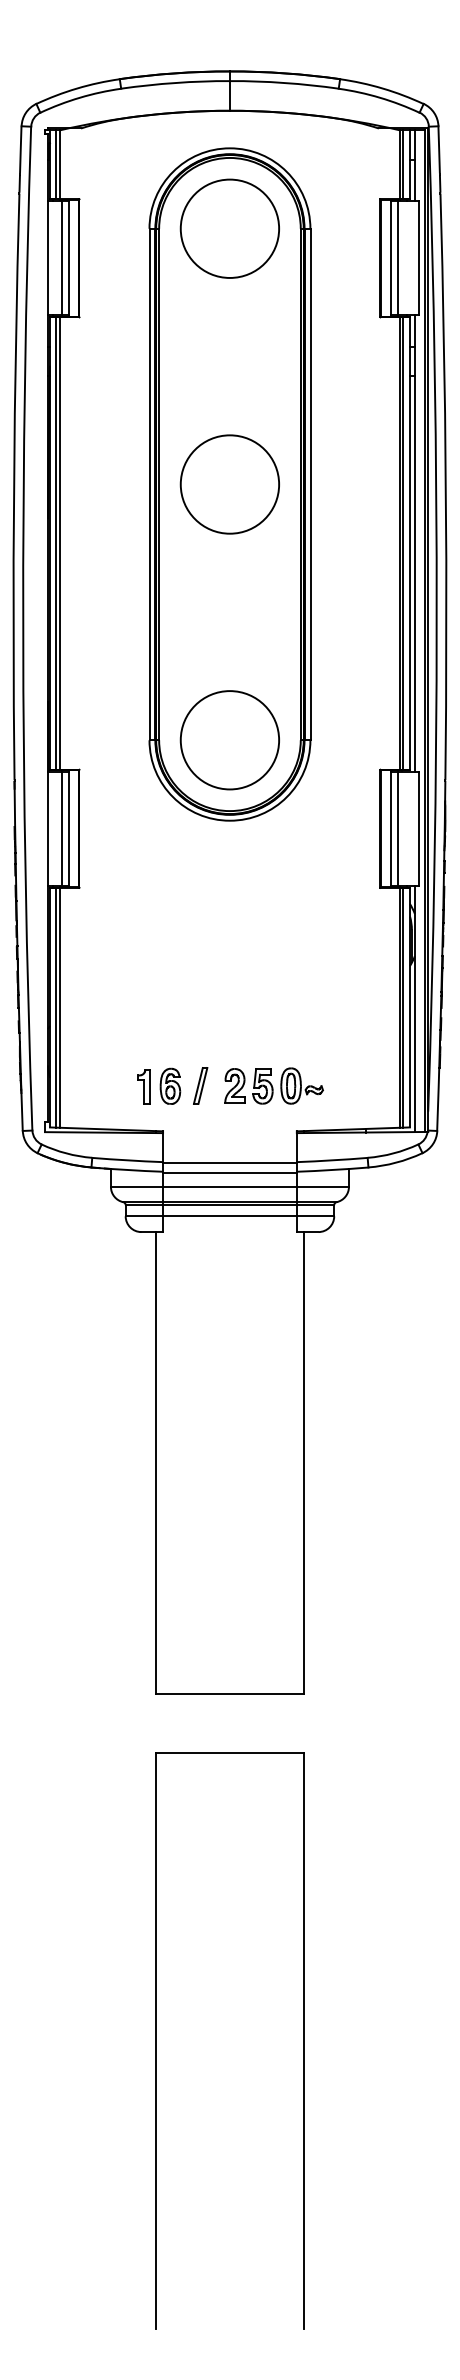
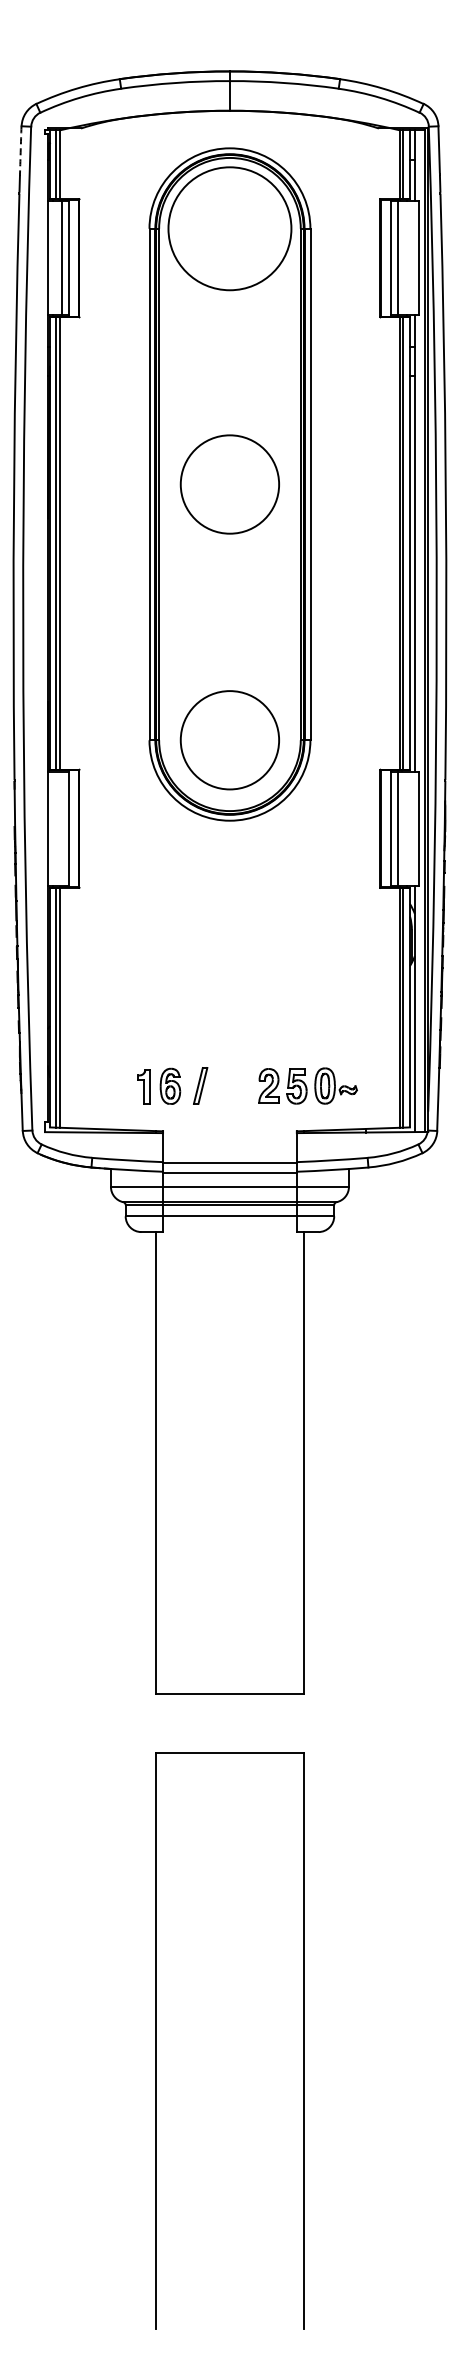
arc at (20, 149): solid -> dashed
circle at (229, 228) diameter: 98 px -> 123 px
line at (61, 828): present -> none
part at (273, 1085) position: (273, 1085) -> (307, 1085)
